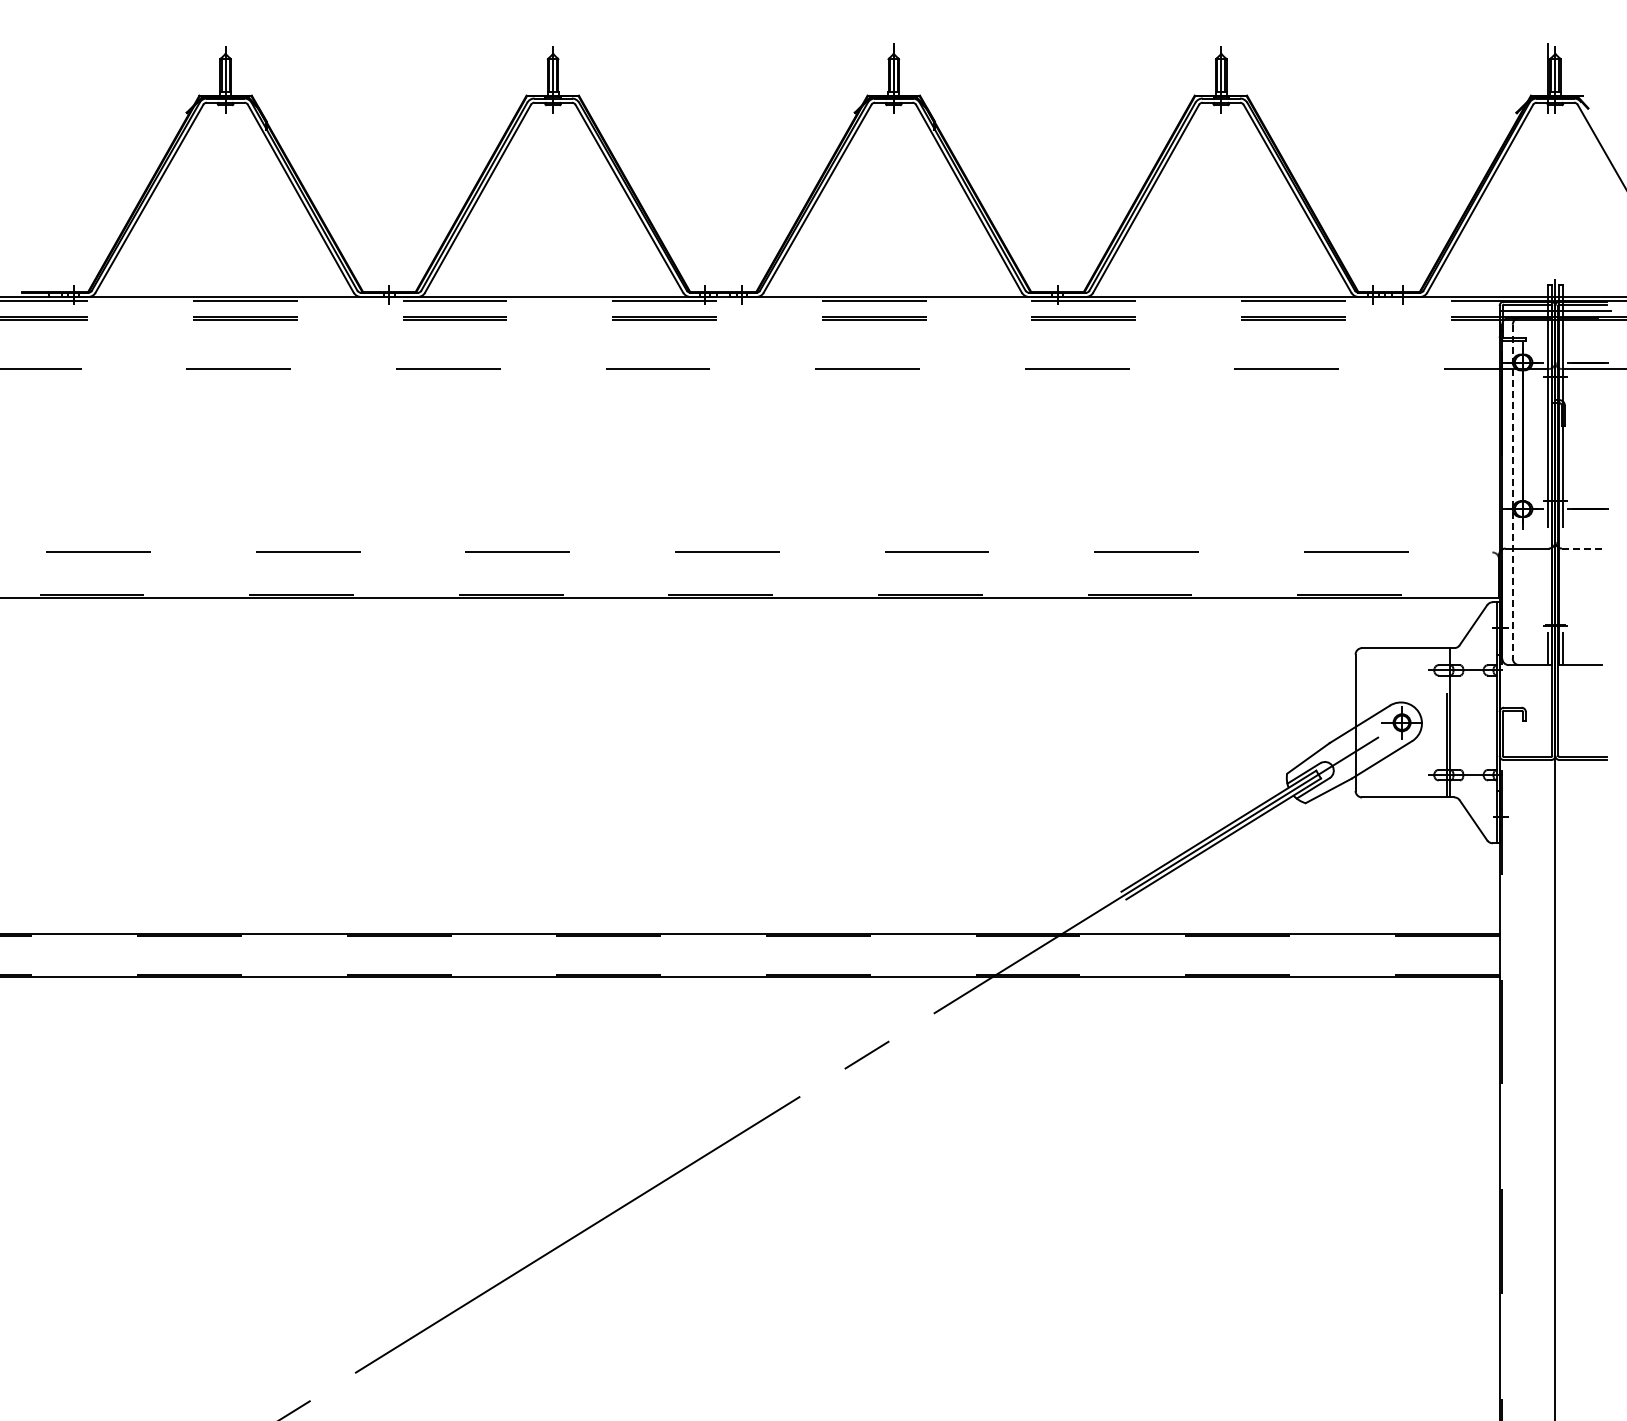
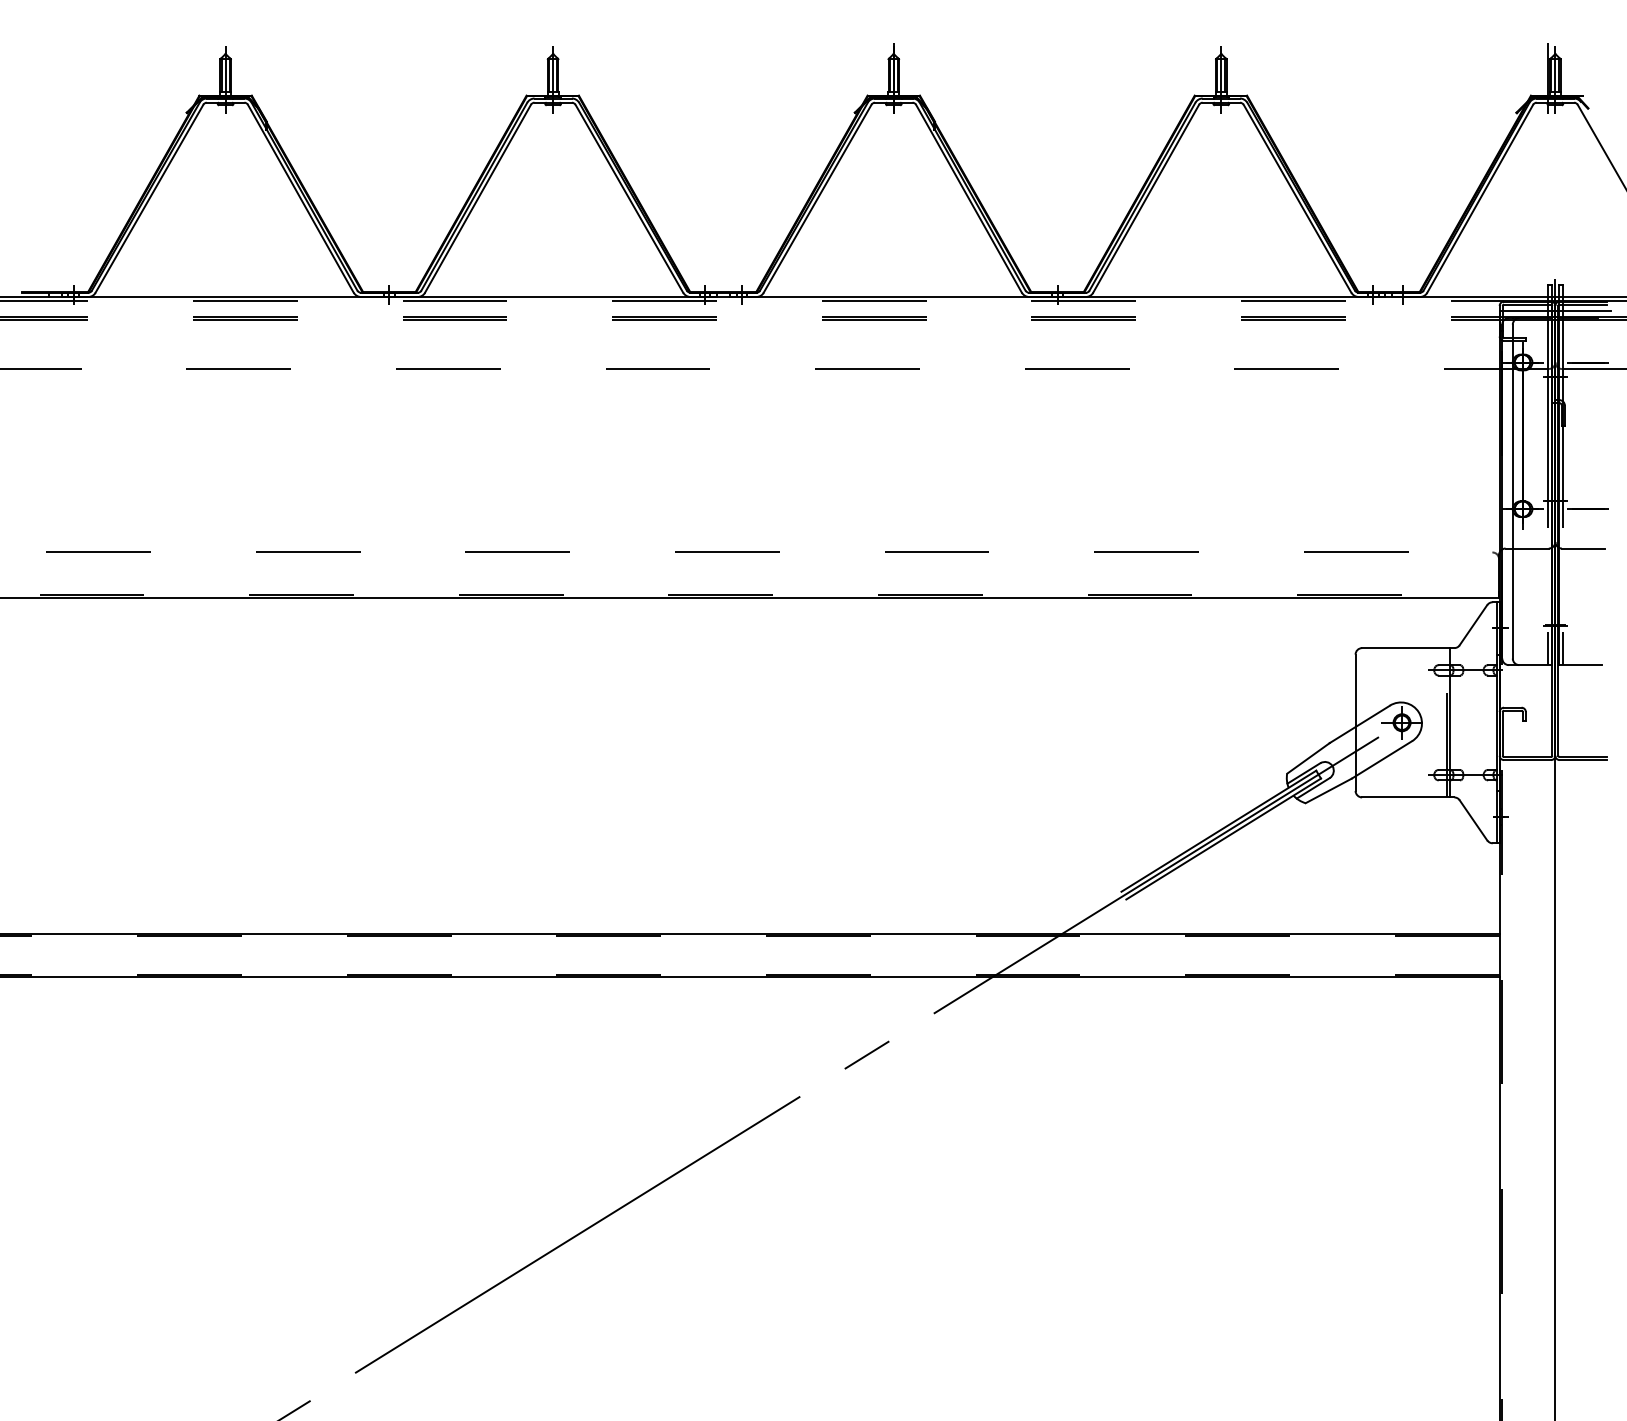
line at (1512, 491): dashed -> solid
line at (1583, 548): dashed -> solid
